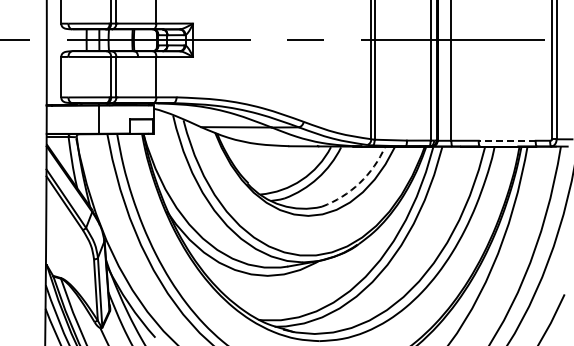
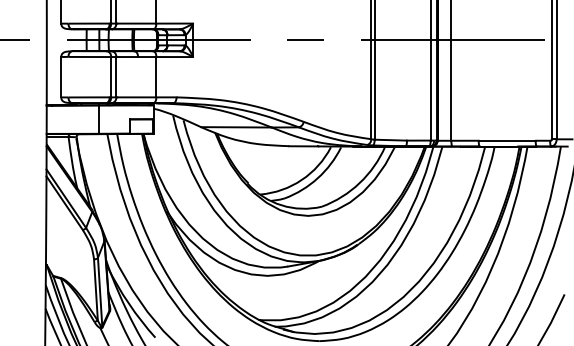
line at (506, 140): dashed -> solid
arc at (359, 183): dashed -> solid
